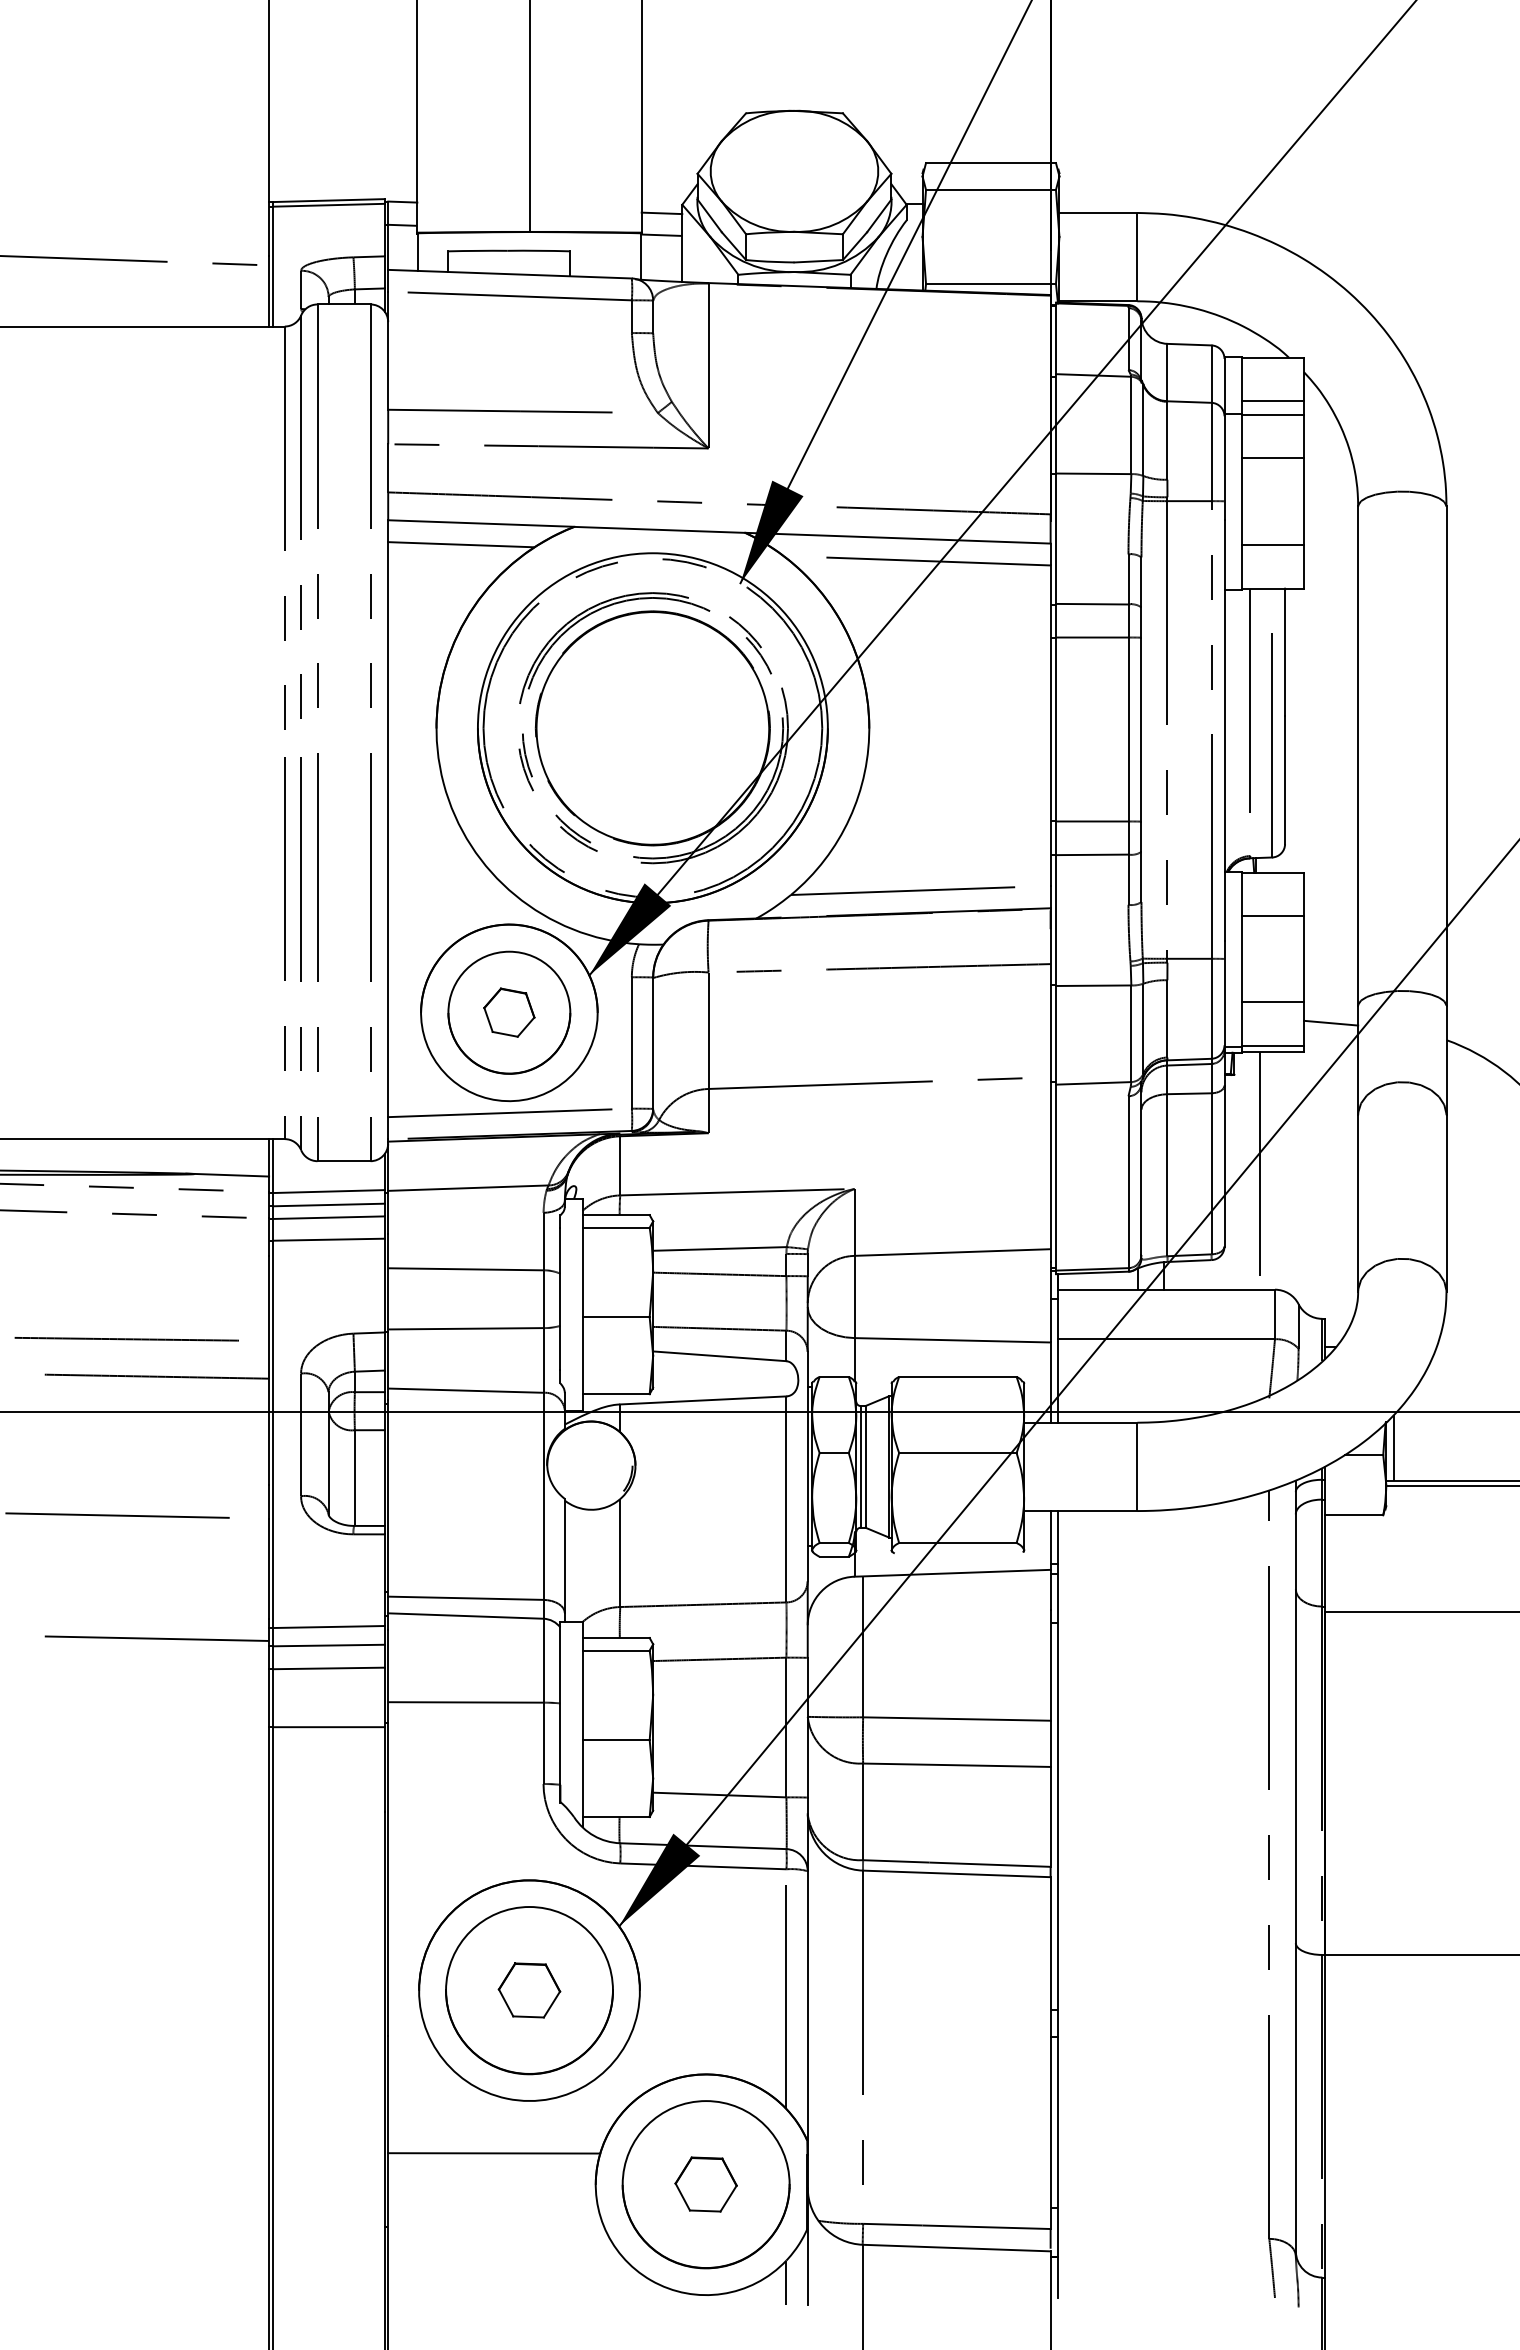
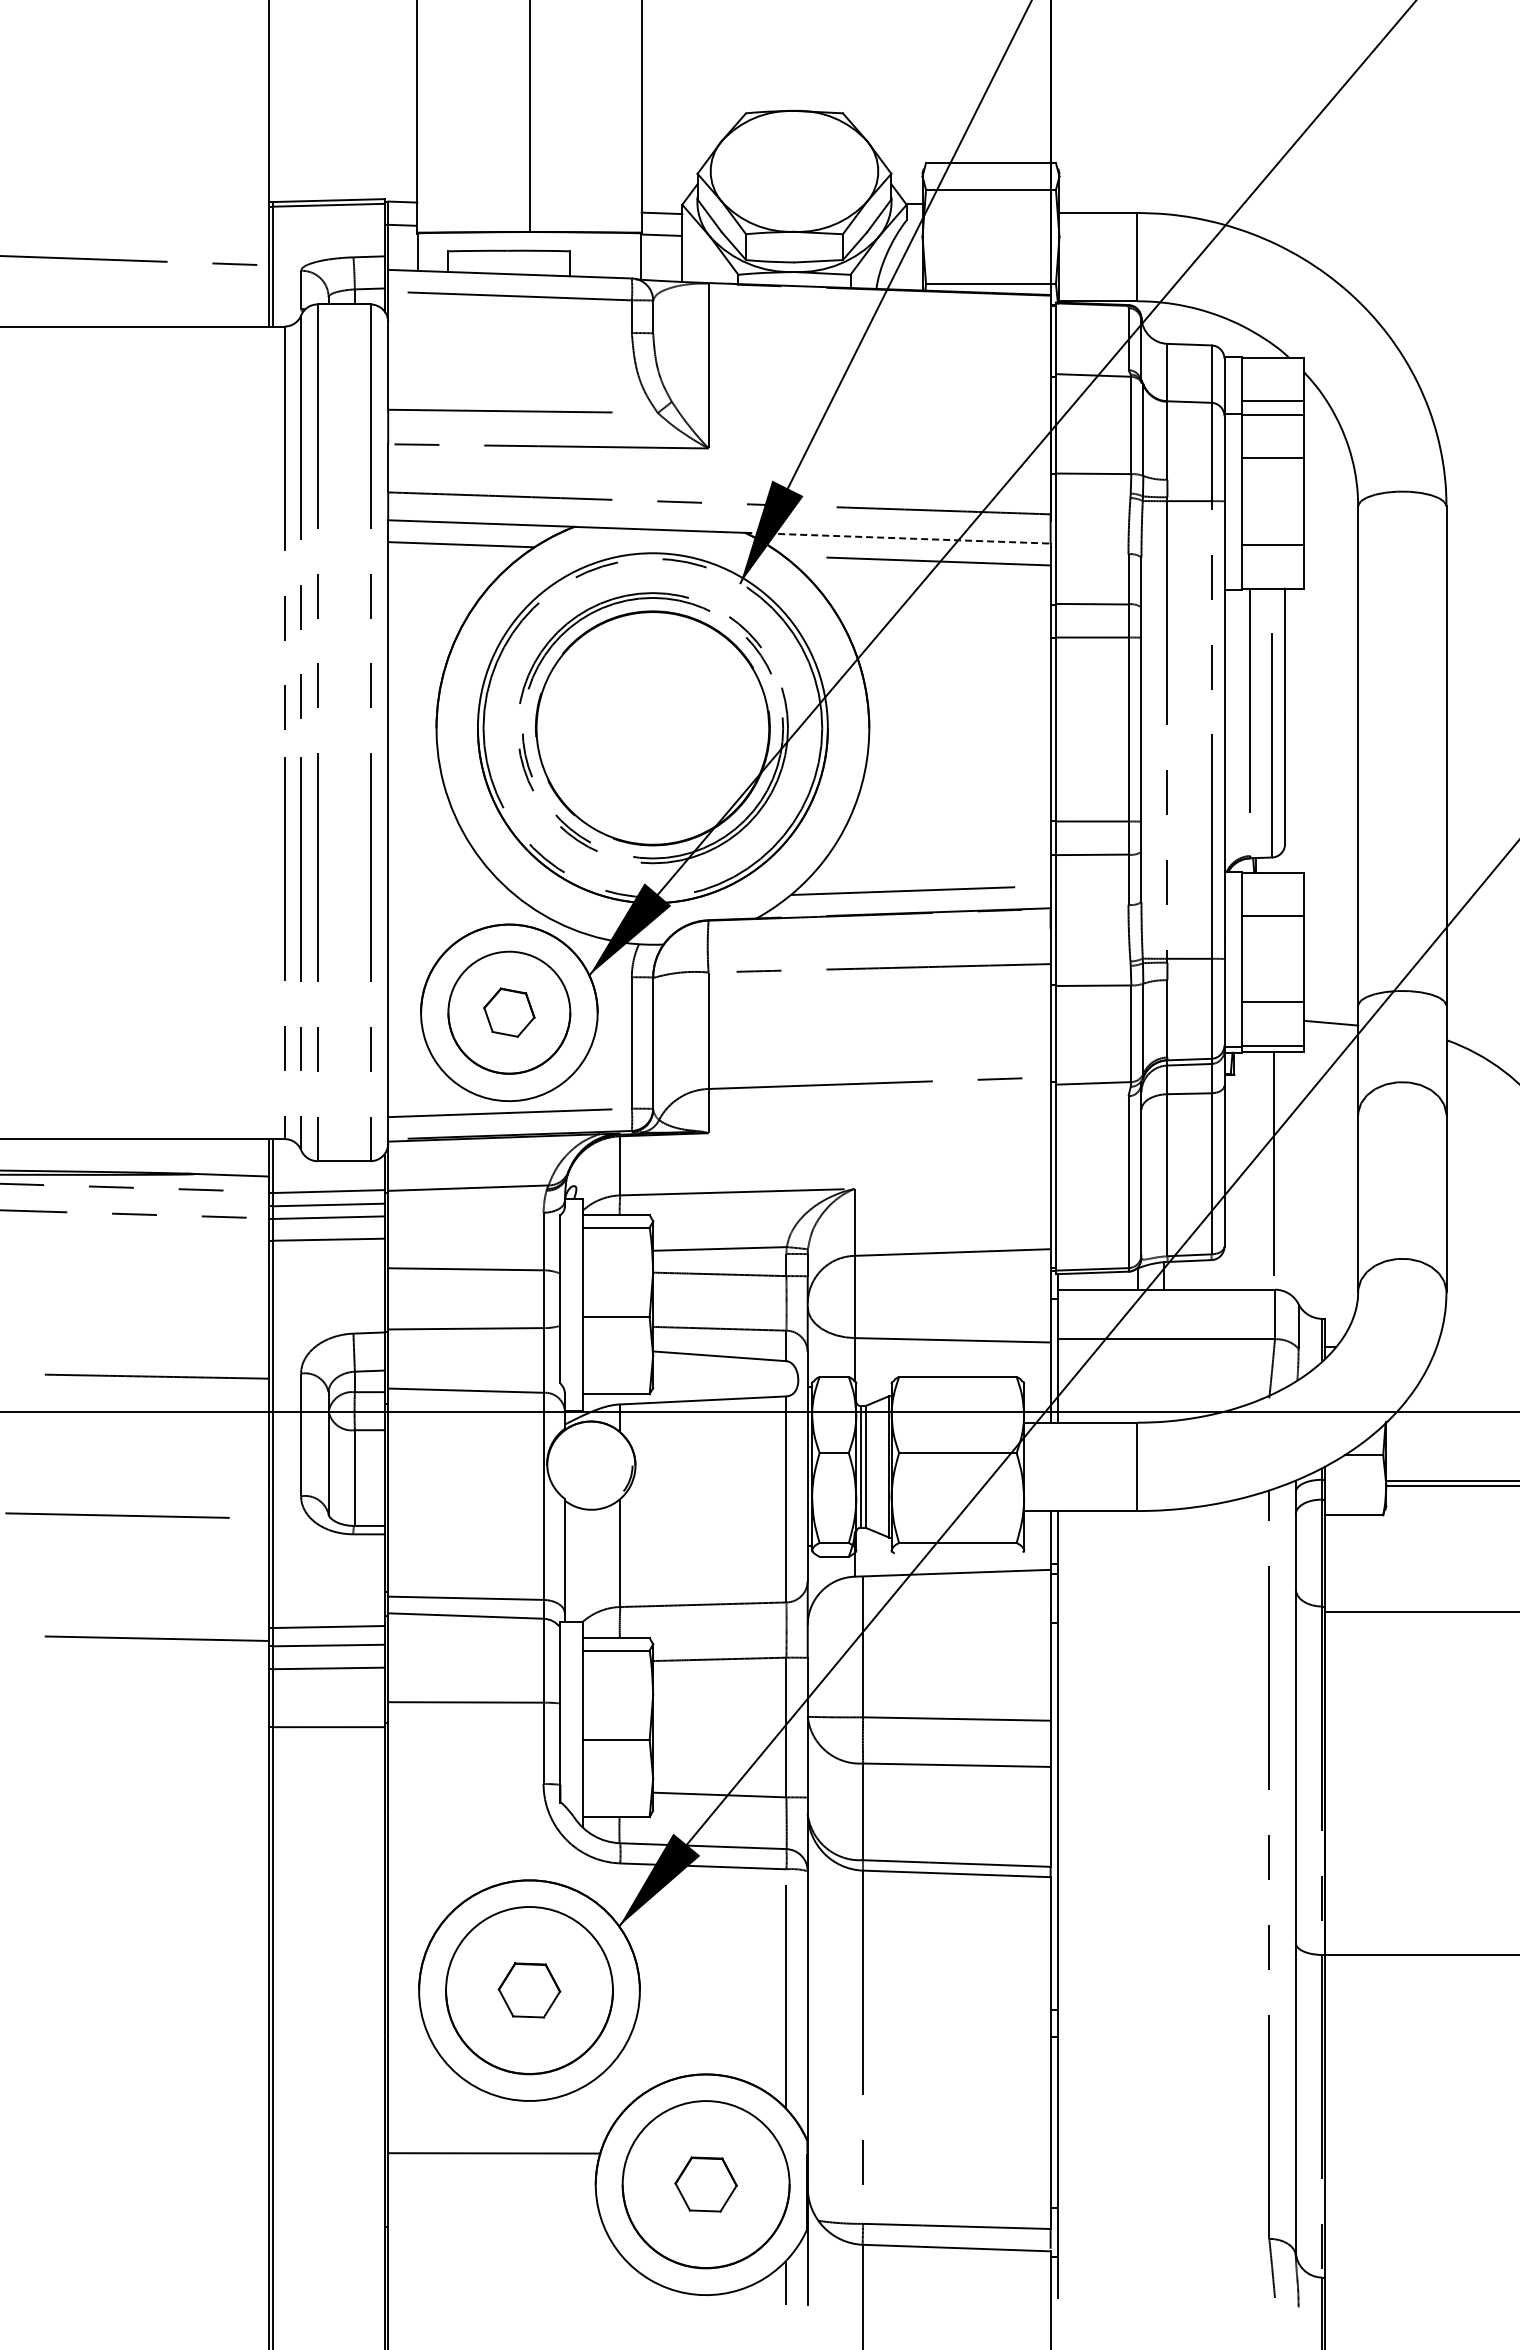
line at (897, 538): solid -> dashed
line at (1260, 1170) position: (1260, 1170) -> (1274, 1170)
line at (126, 1339): present -> none
line at (1394, 1447): present -> none
